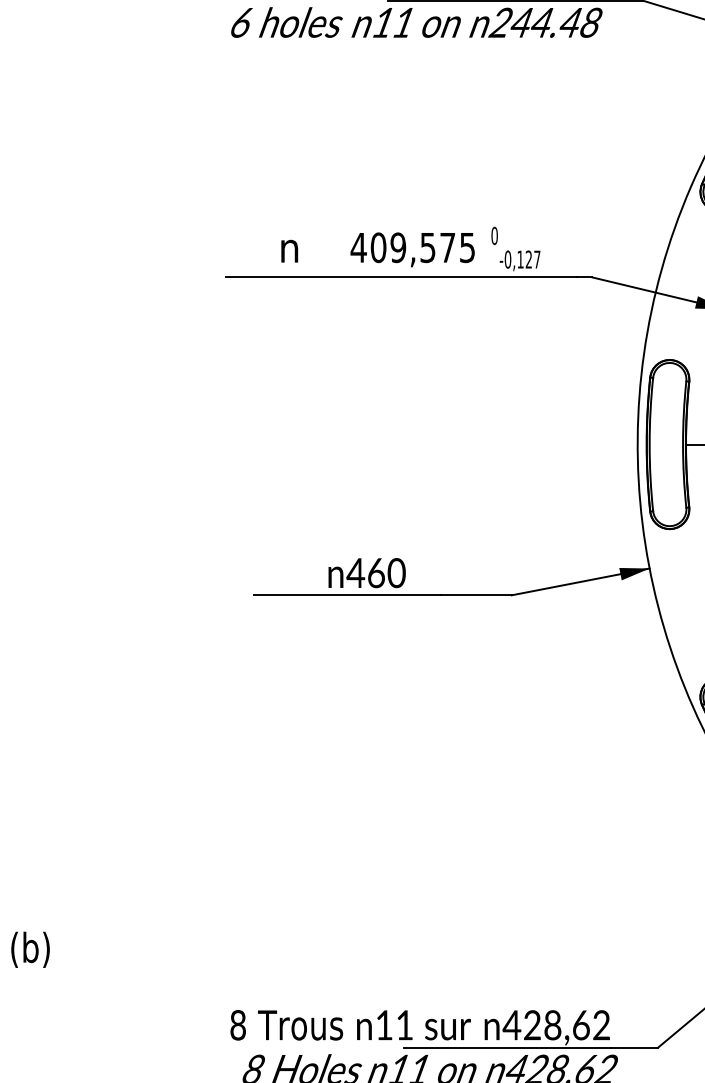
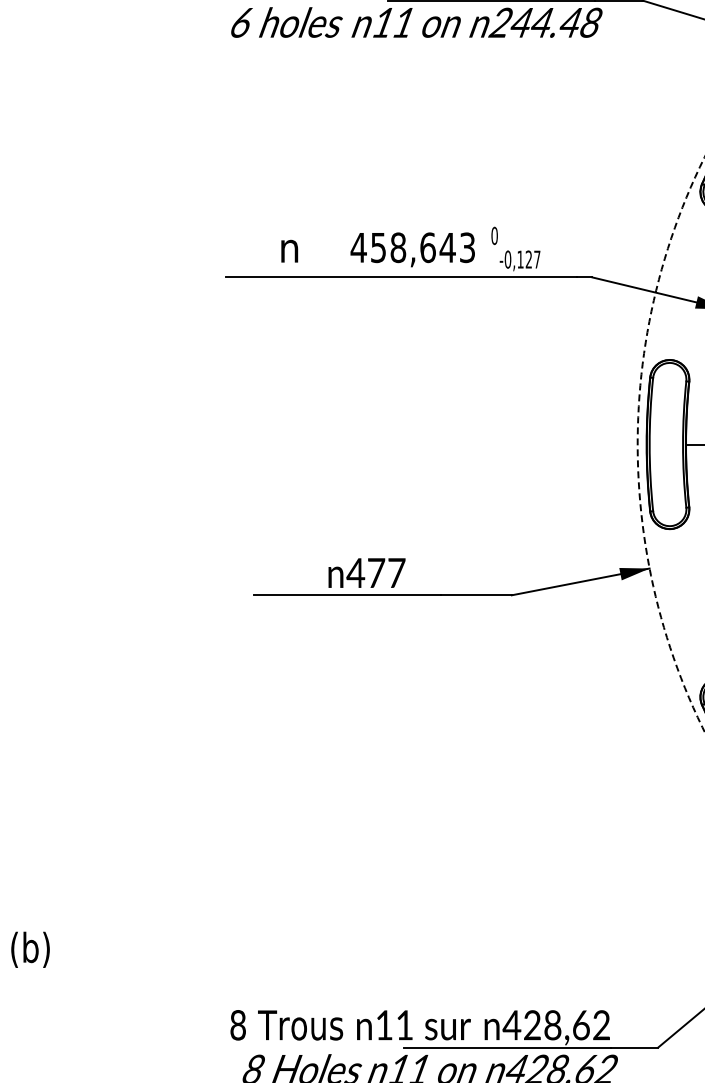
text at (422, 247): 409,575 -> 458,643
arc at (637, 446): solid -> dashed
text at (386, 573): 460 -> 477
